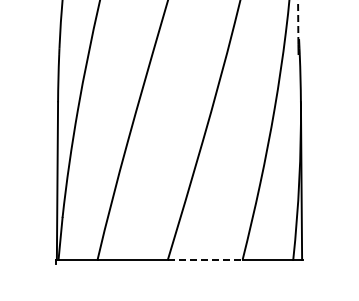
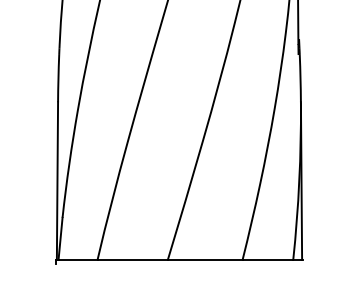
line at (298, 22): dashed -> solid
line at (205, 259): dashed -> solid
